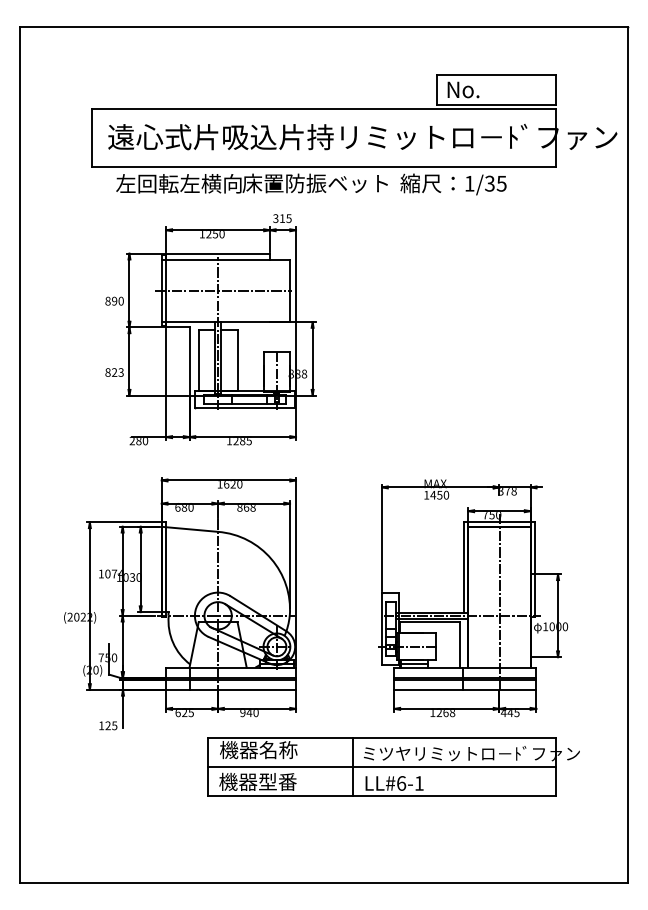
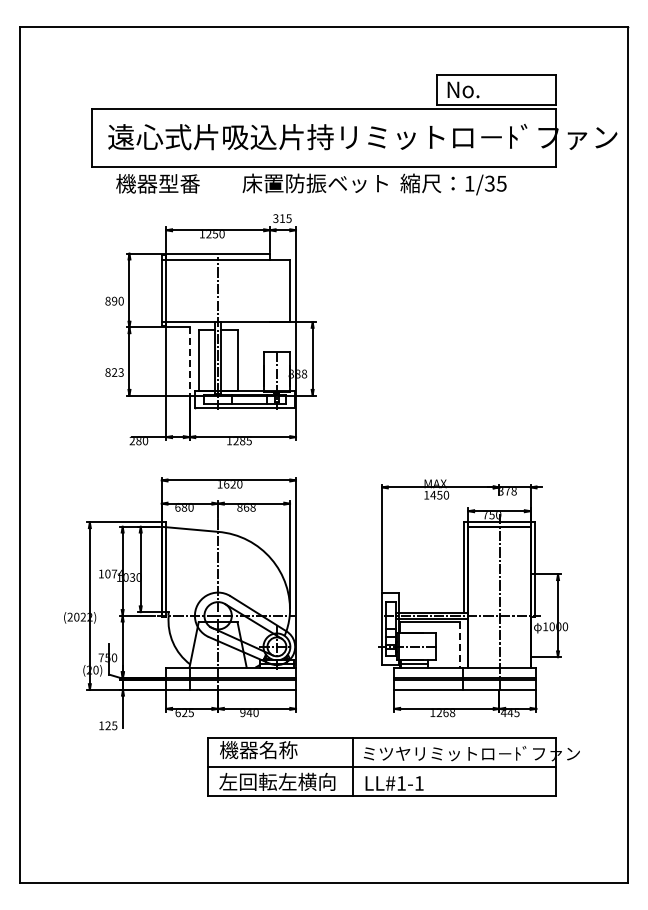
text at (178, 183): 左回転左横向 -> 機器型番
line at (223, 290): present -> none
line at (189, 362): solid -> dashed
line at (460, 645): solid -> dashed
text at (277, 781): 機器型番 -> 左回転左横向
text at (401, 783): LL#6-1 -> LL#1-1
